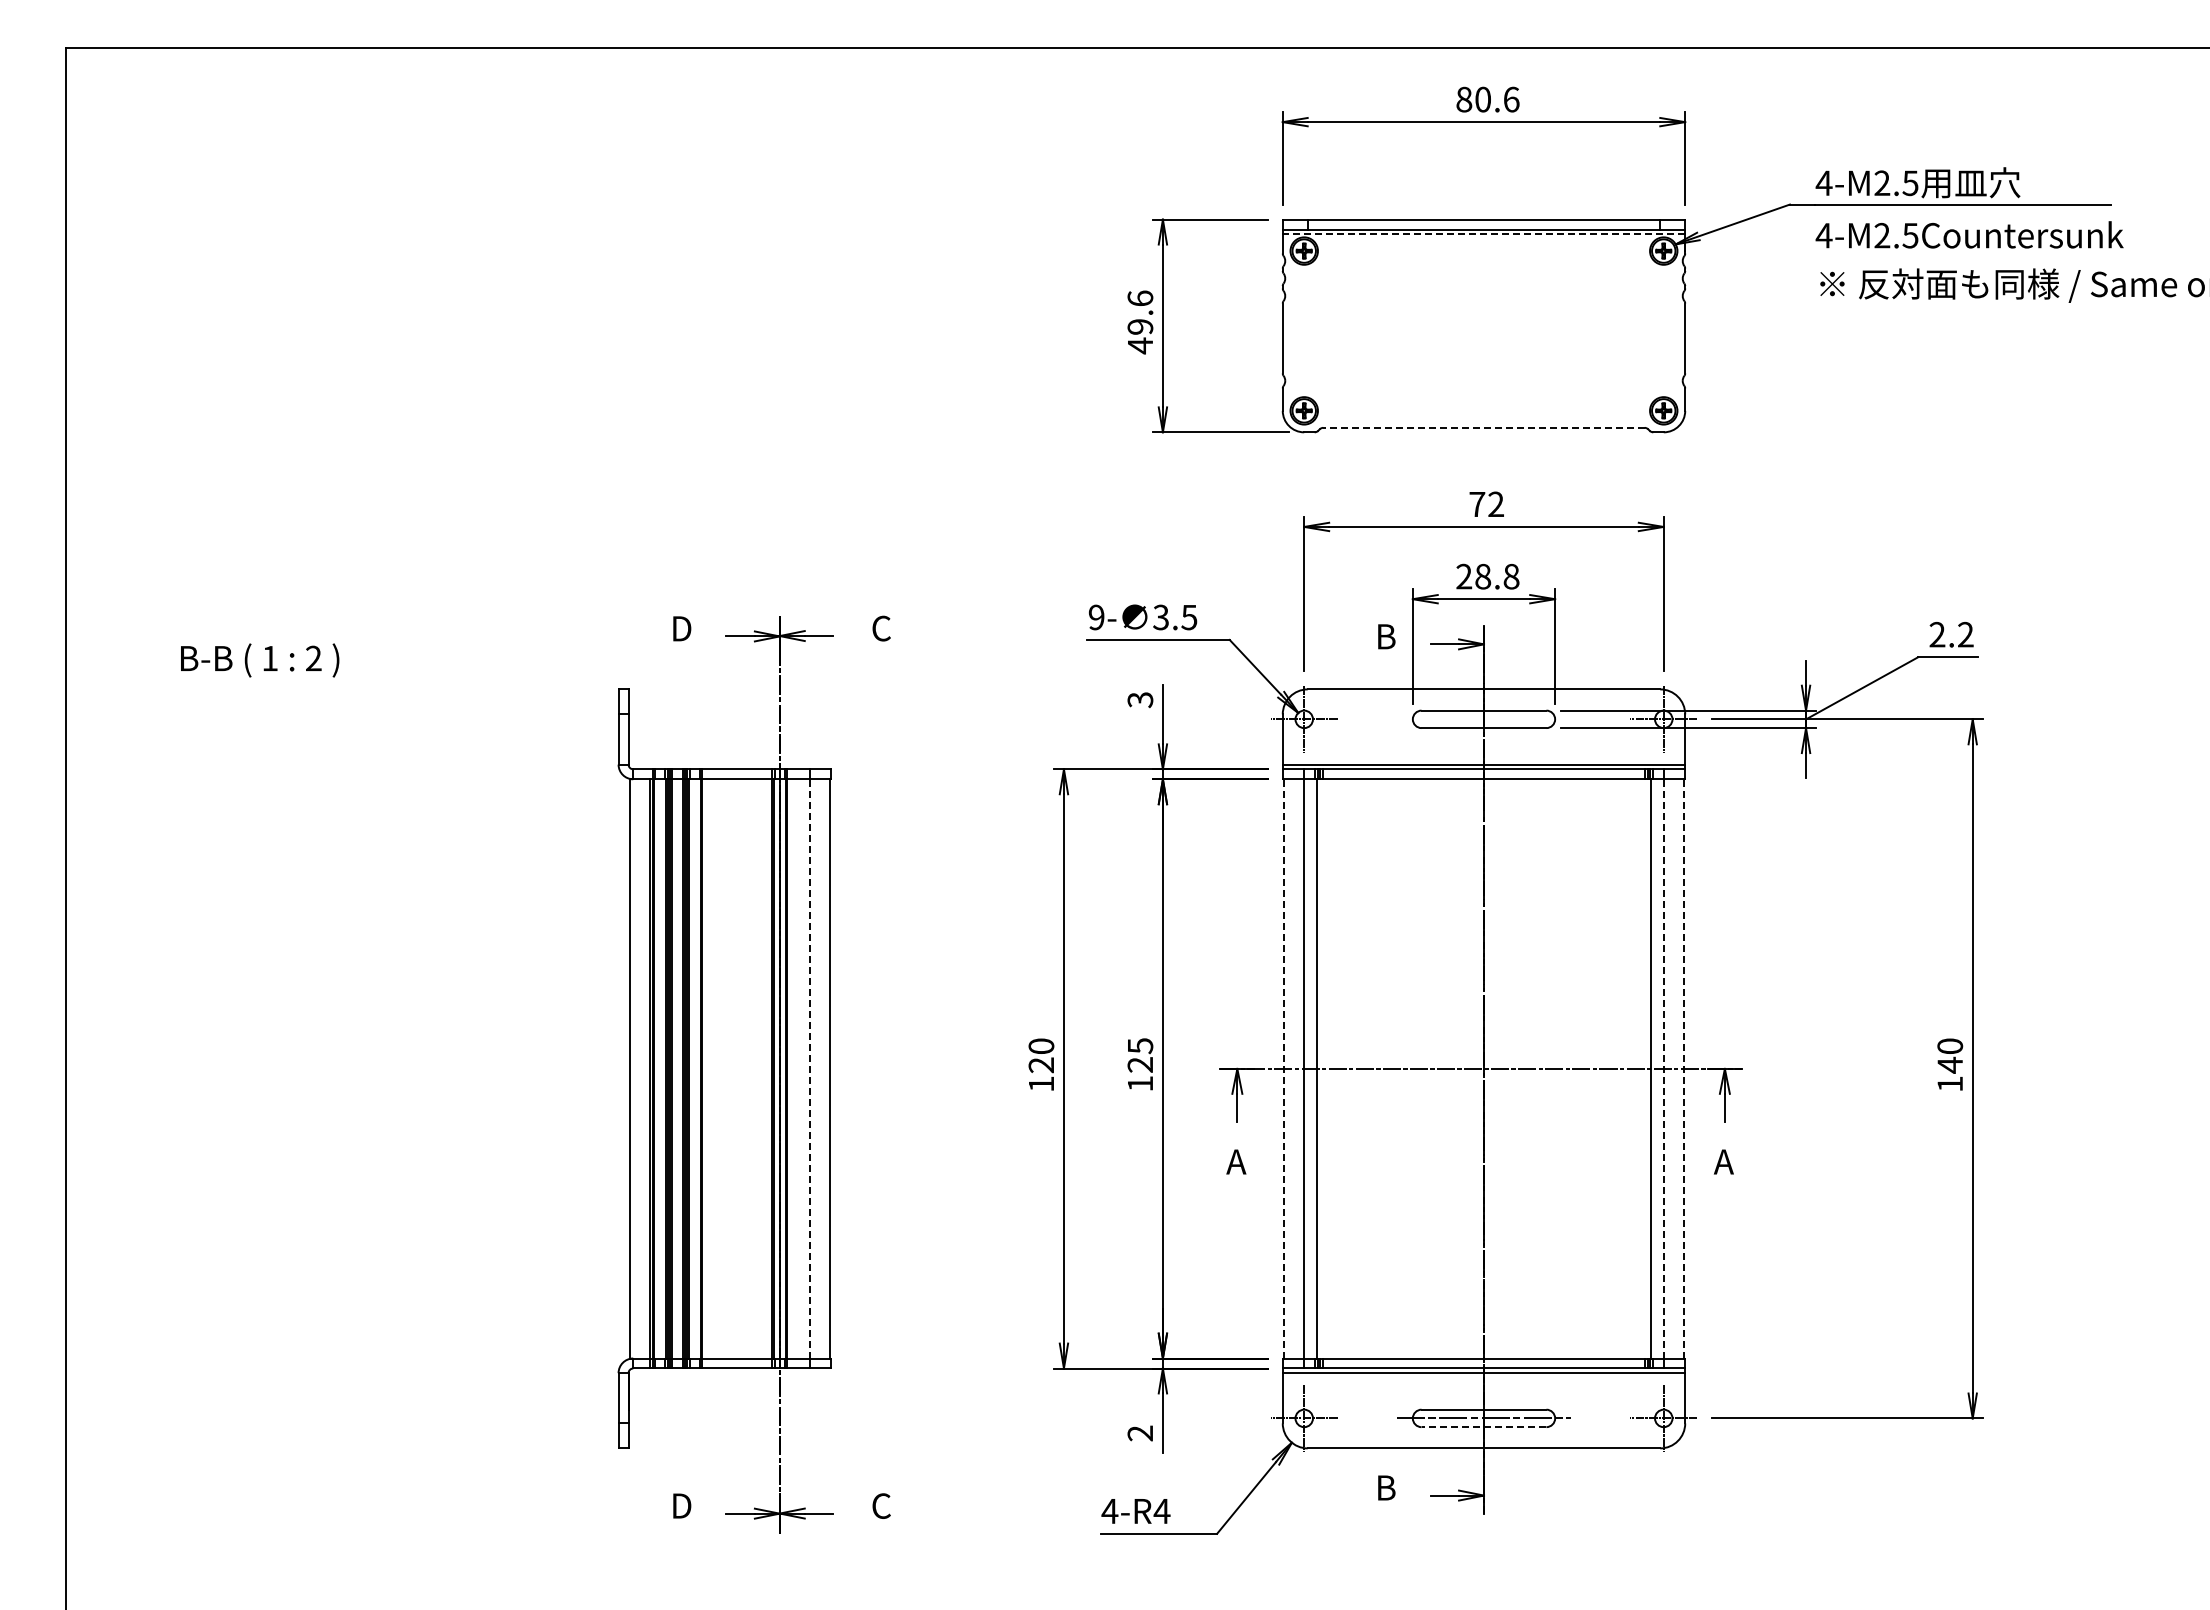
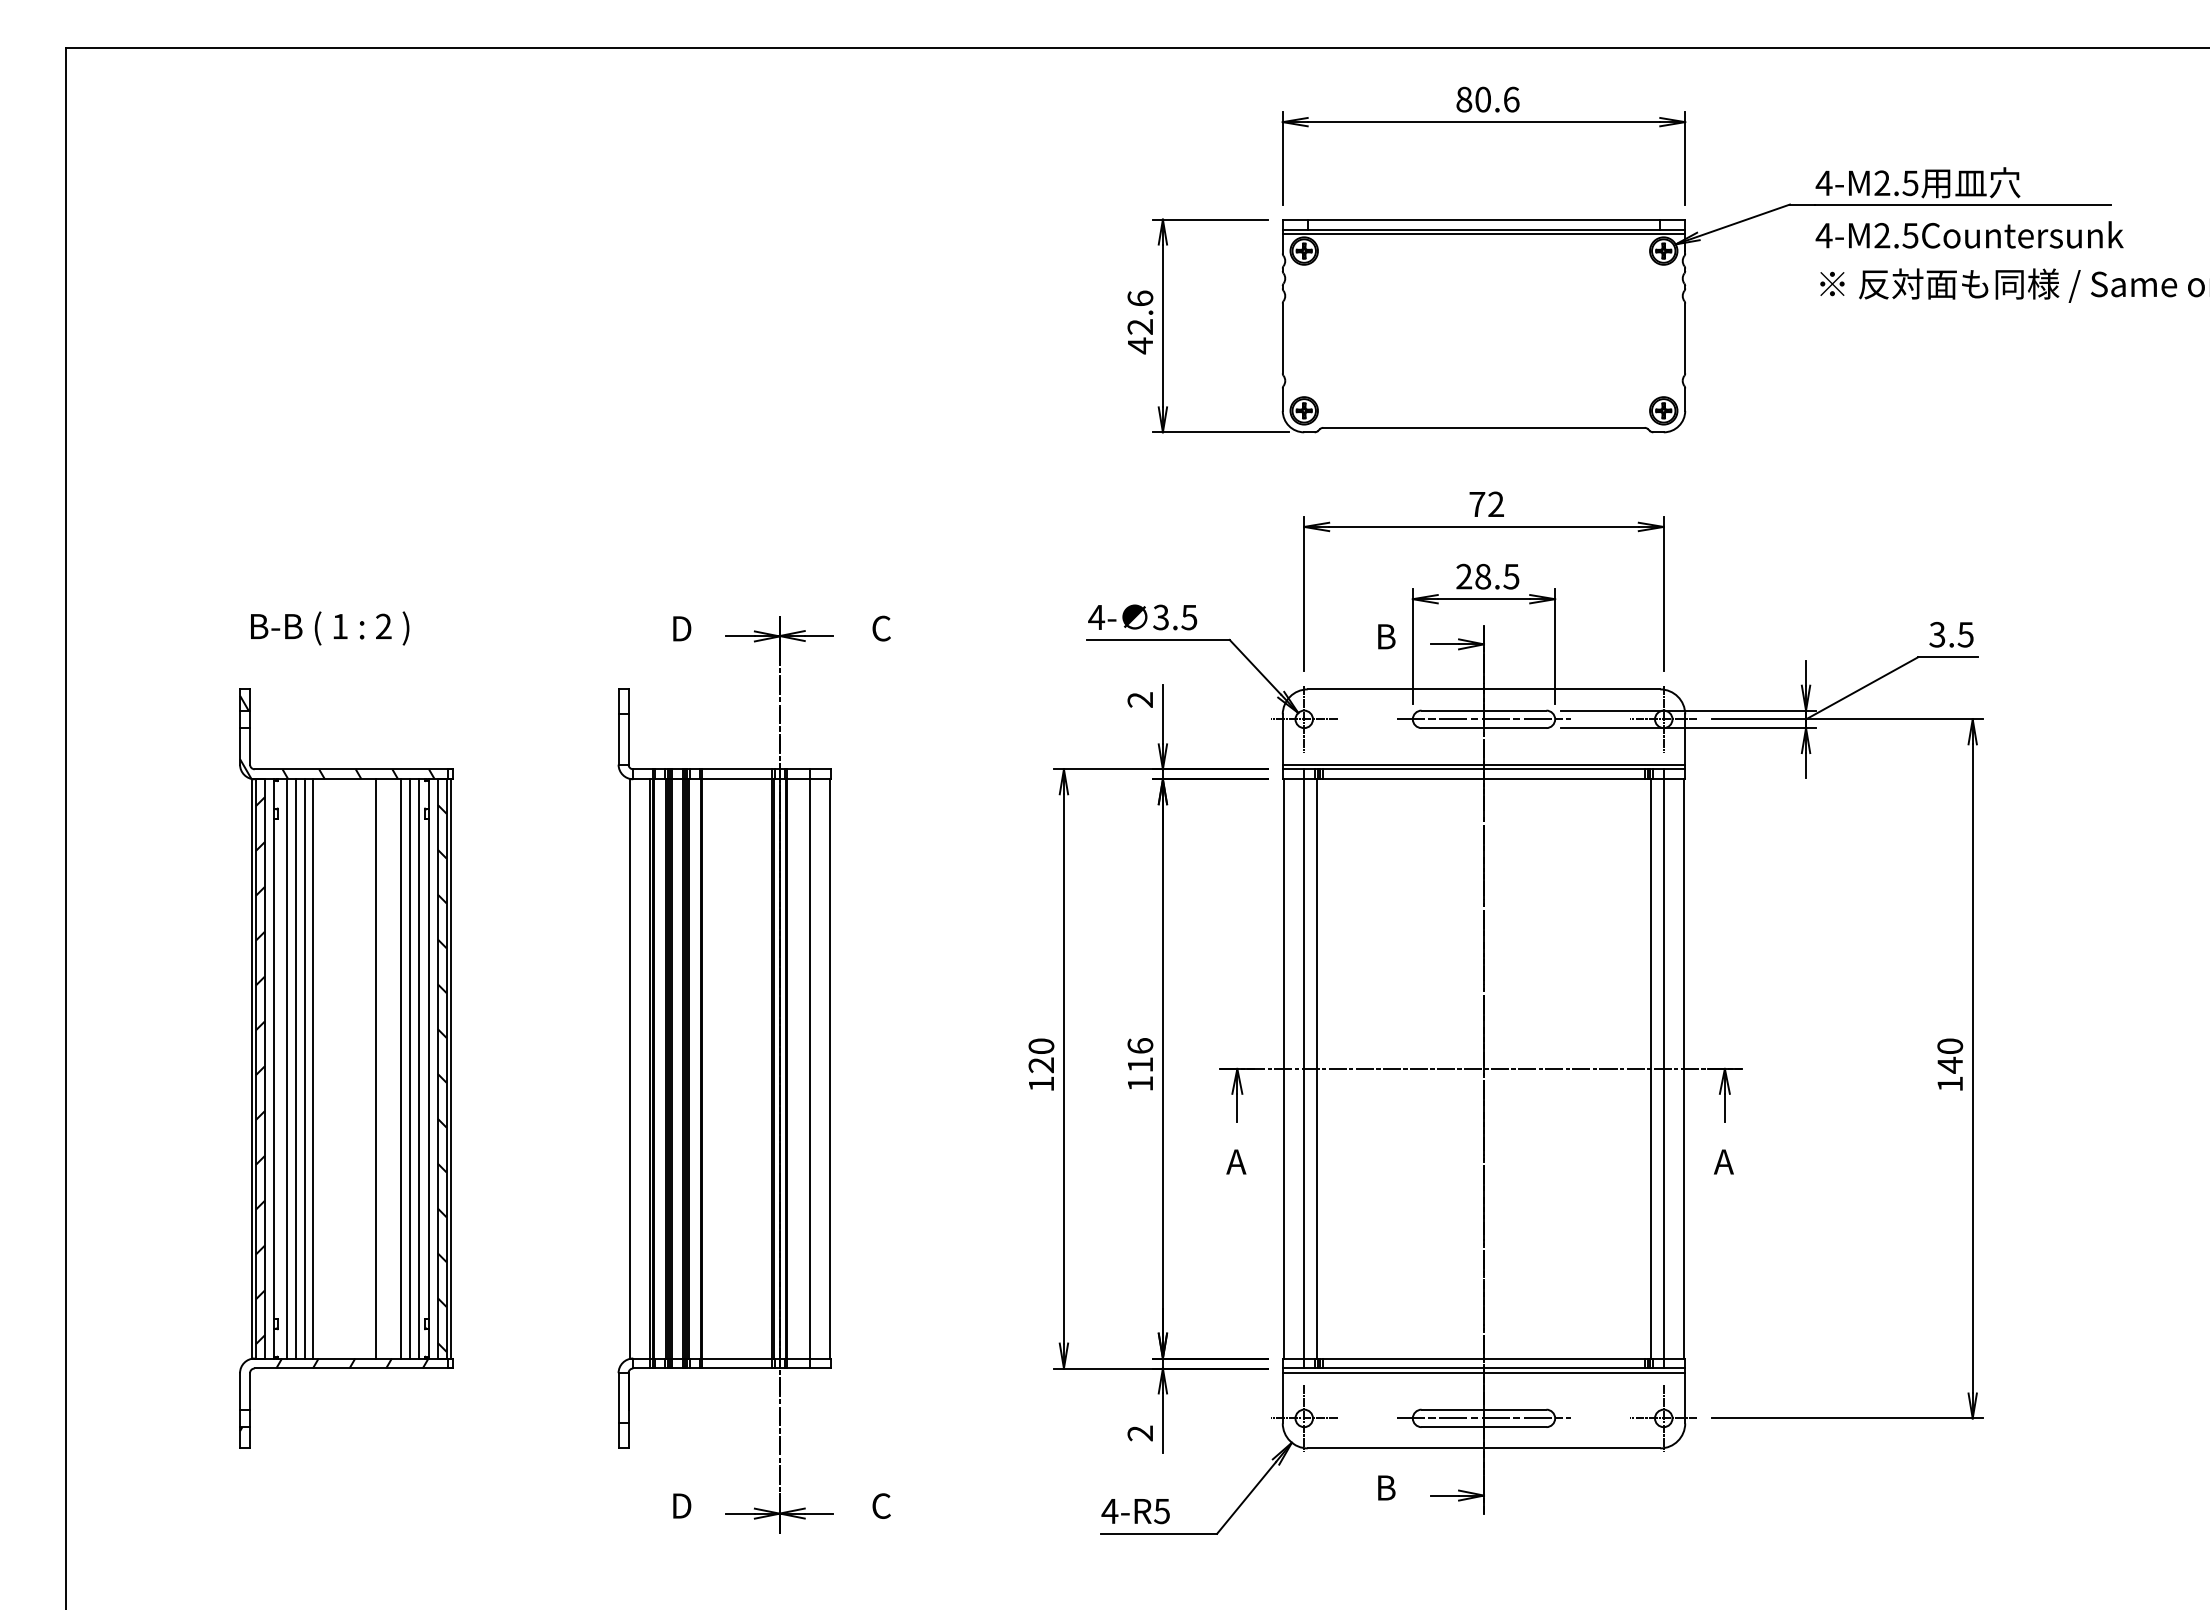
line at (1483, 234): dashed -> solid
text at (1140, 326): 49.6 -> 42.6
line at (1483, 427): dashed -> solid
text at (1511, 576): 28.8 -> 28.5
text at (1096, 617): 9- -> 4-
text at (1951, 634): 2.2 -> 3.5
text at (260, 660) position: (260, 660) -> (330, 628)
text at (1140, 700): 3 -> 2
line at (1483, 719): none -> present
text at (1140, 1055): 125 -> 116
part at (346, 1068): none -> present
line at (809, 1068): dashed -> solid
line at (1284, 1068): dashed -> solid
line at (1663, 1068): dashed -> solid
line at (1683, 1068): dashed -> solid
line at (1483, 1427): dashed -> solid
text at (1161, 1511): 4-R4 -> 4-R5
